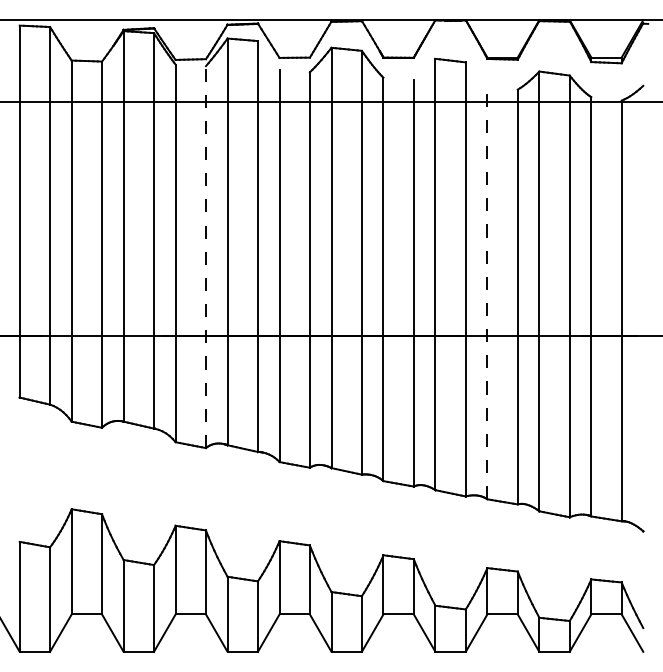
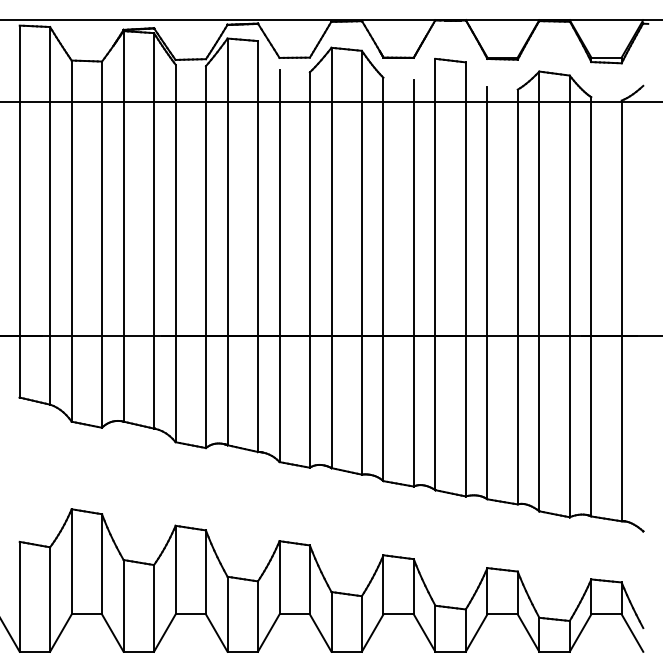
line at (206, 257): dashed -> solid
line at (487, 292): dashed -> solid
